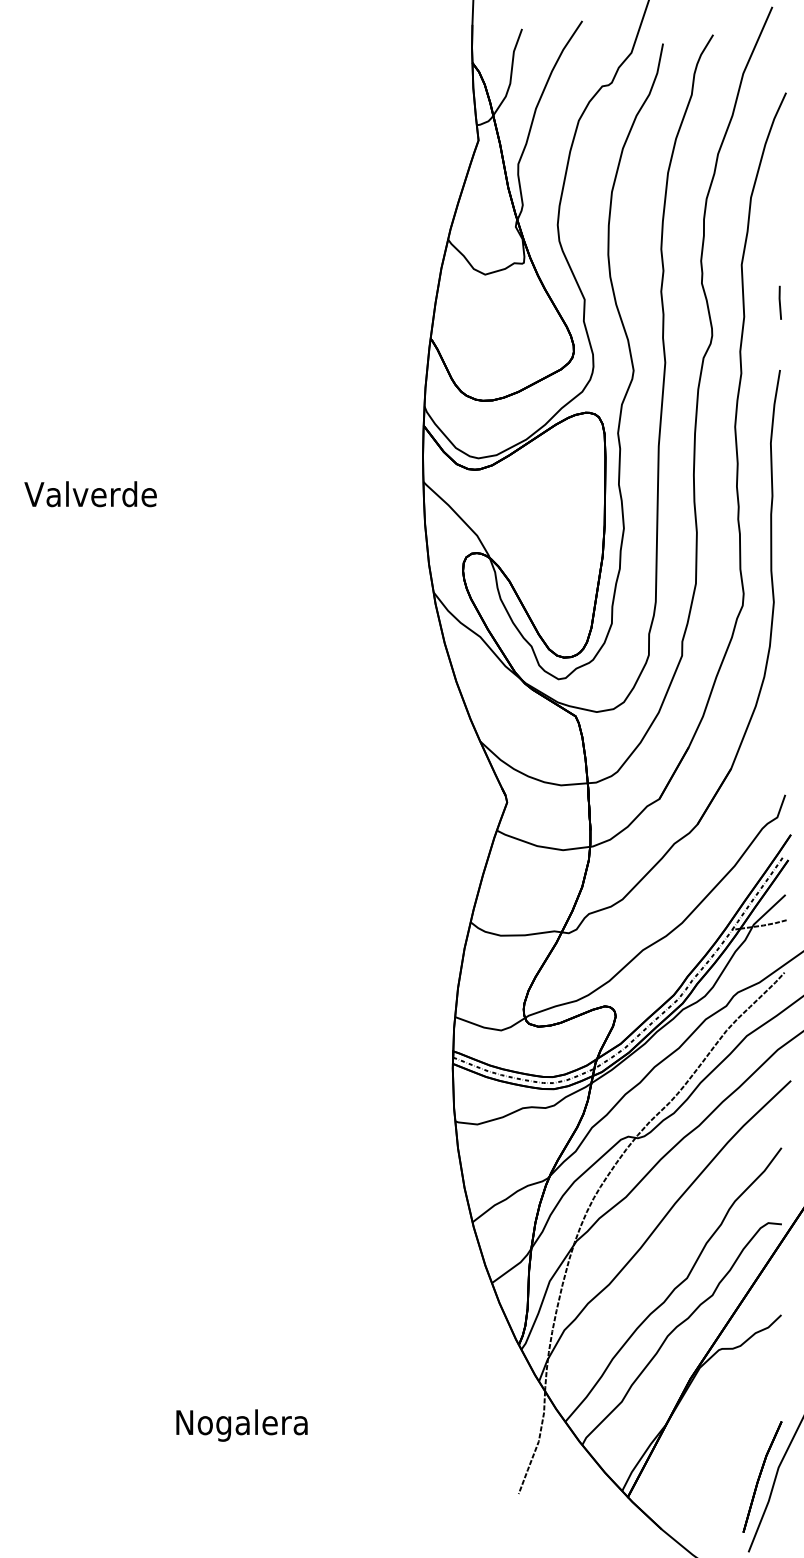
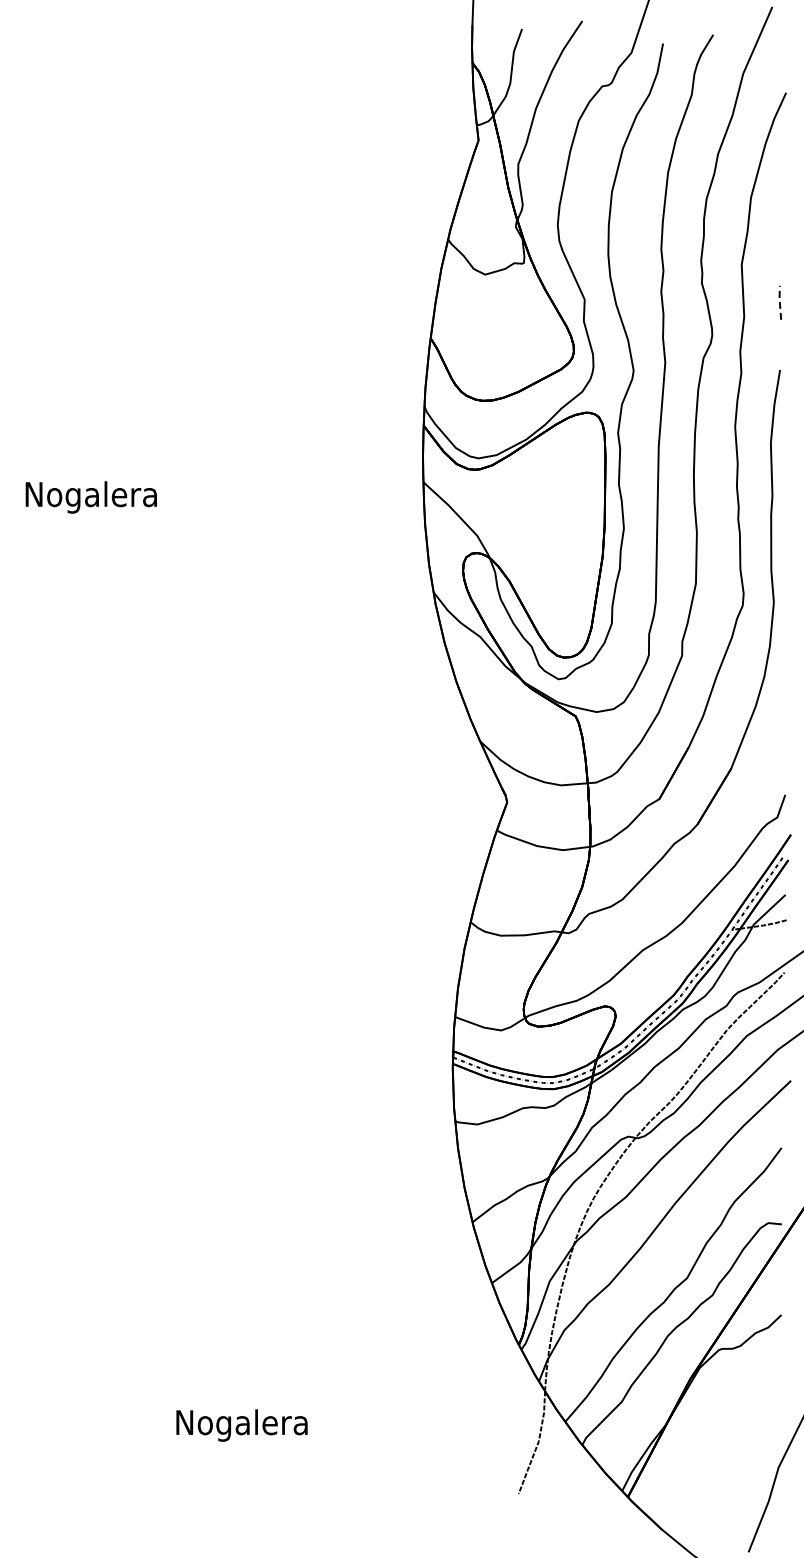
line at (779, 302): solid -> dashed
text at (90, 497): Valverde -> Nogalera
part at (762, 1476): present -> none
